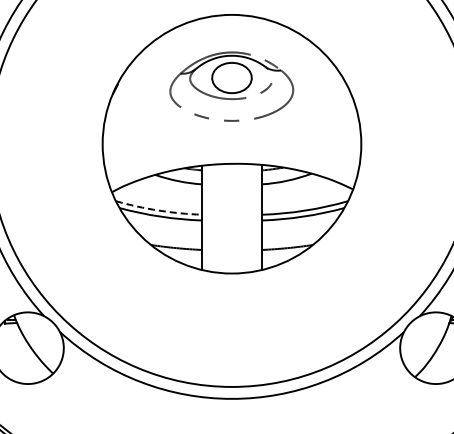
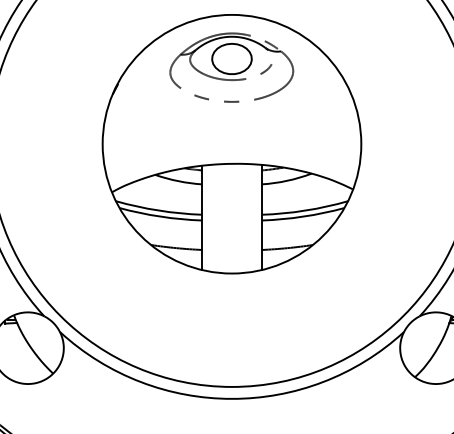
part at (231, 86) position: (231, 86) -> (231, 67)
arc at (158, 210): dashed -> solid
